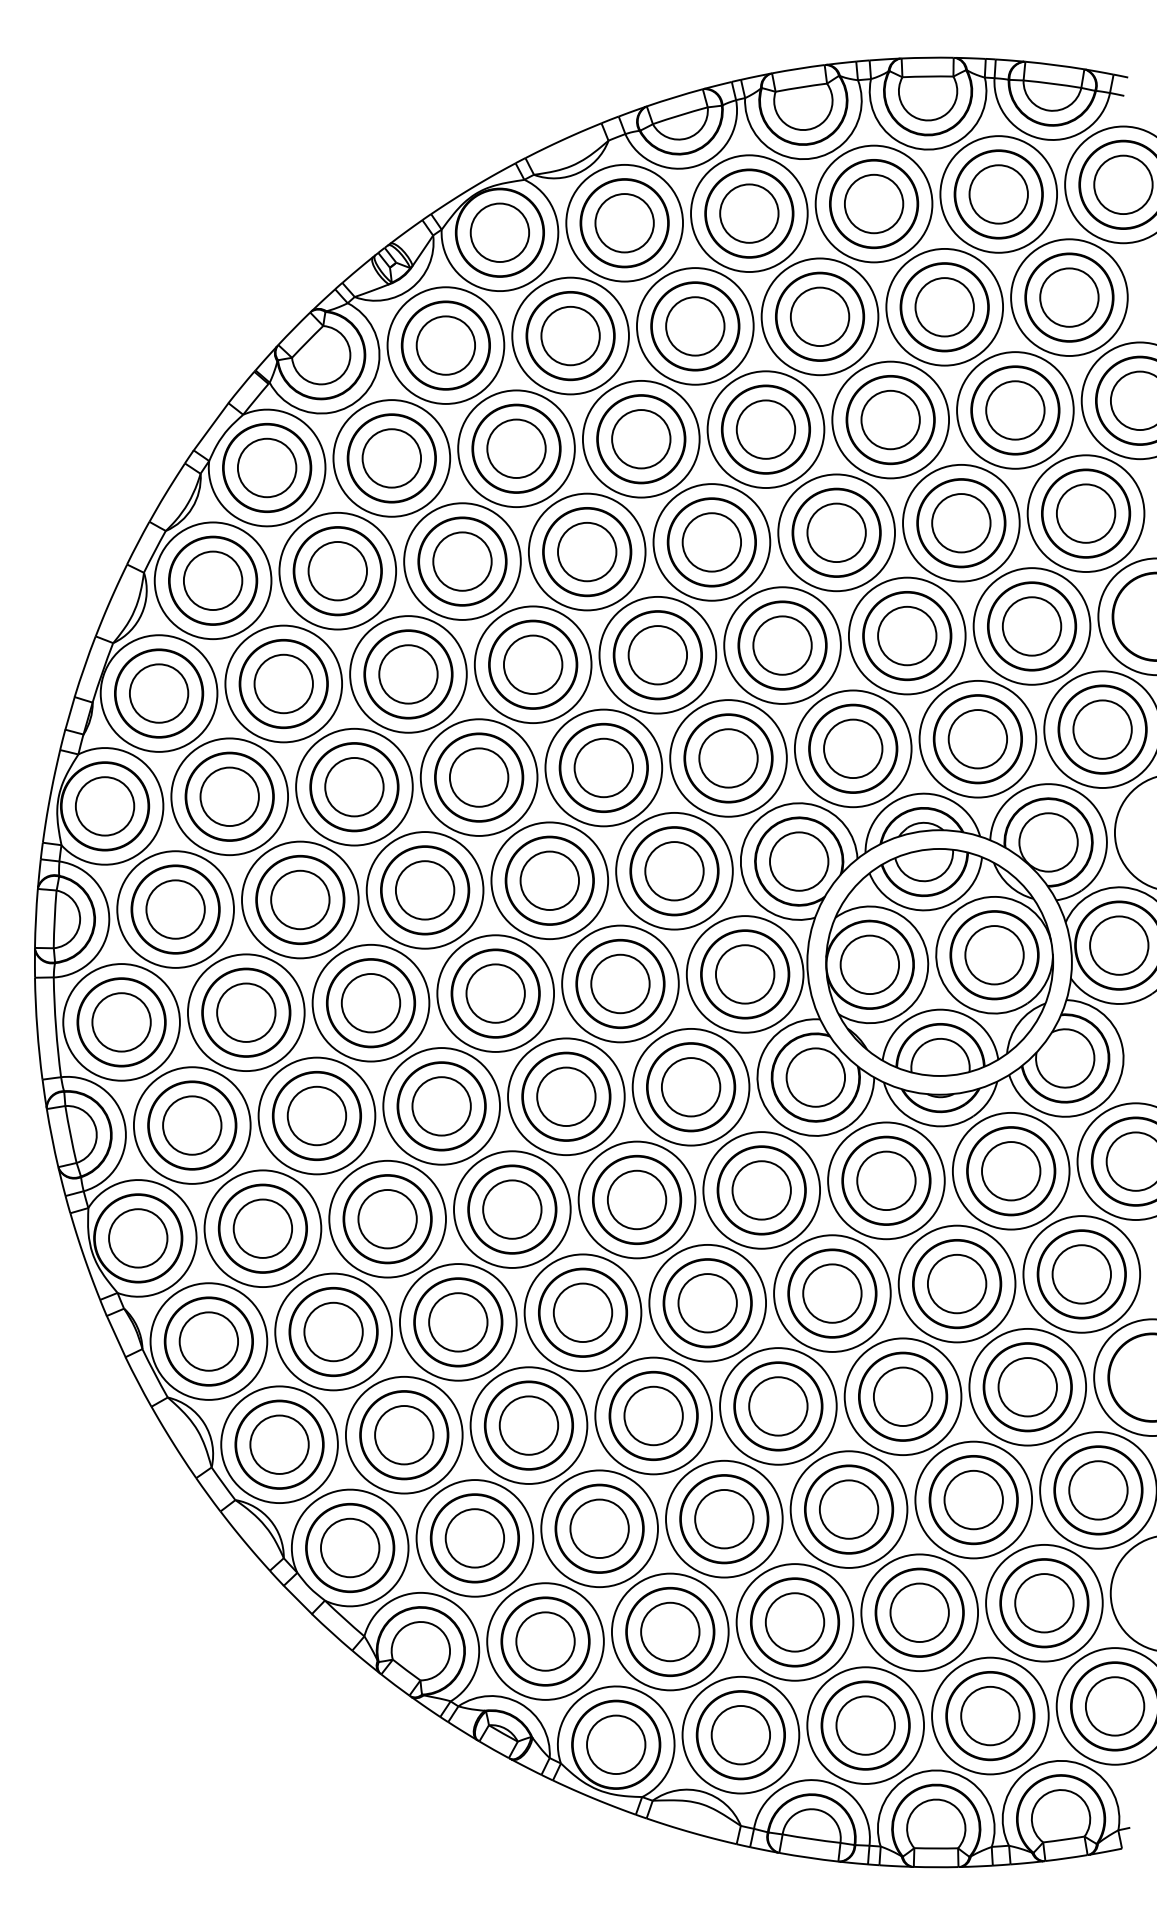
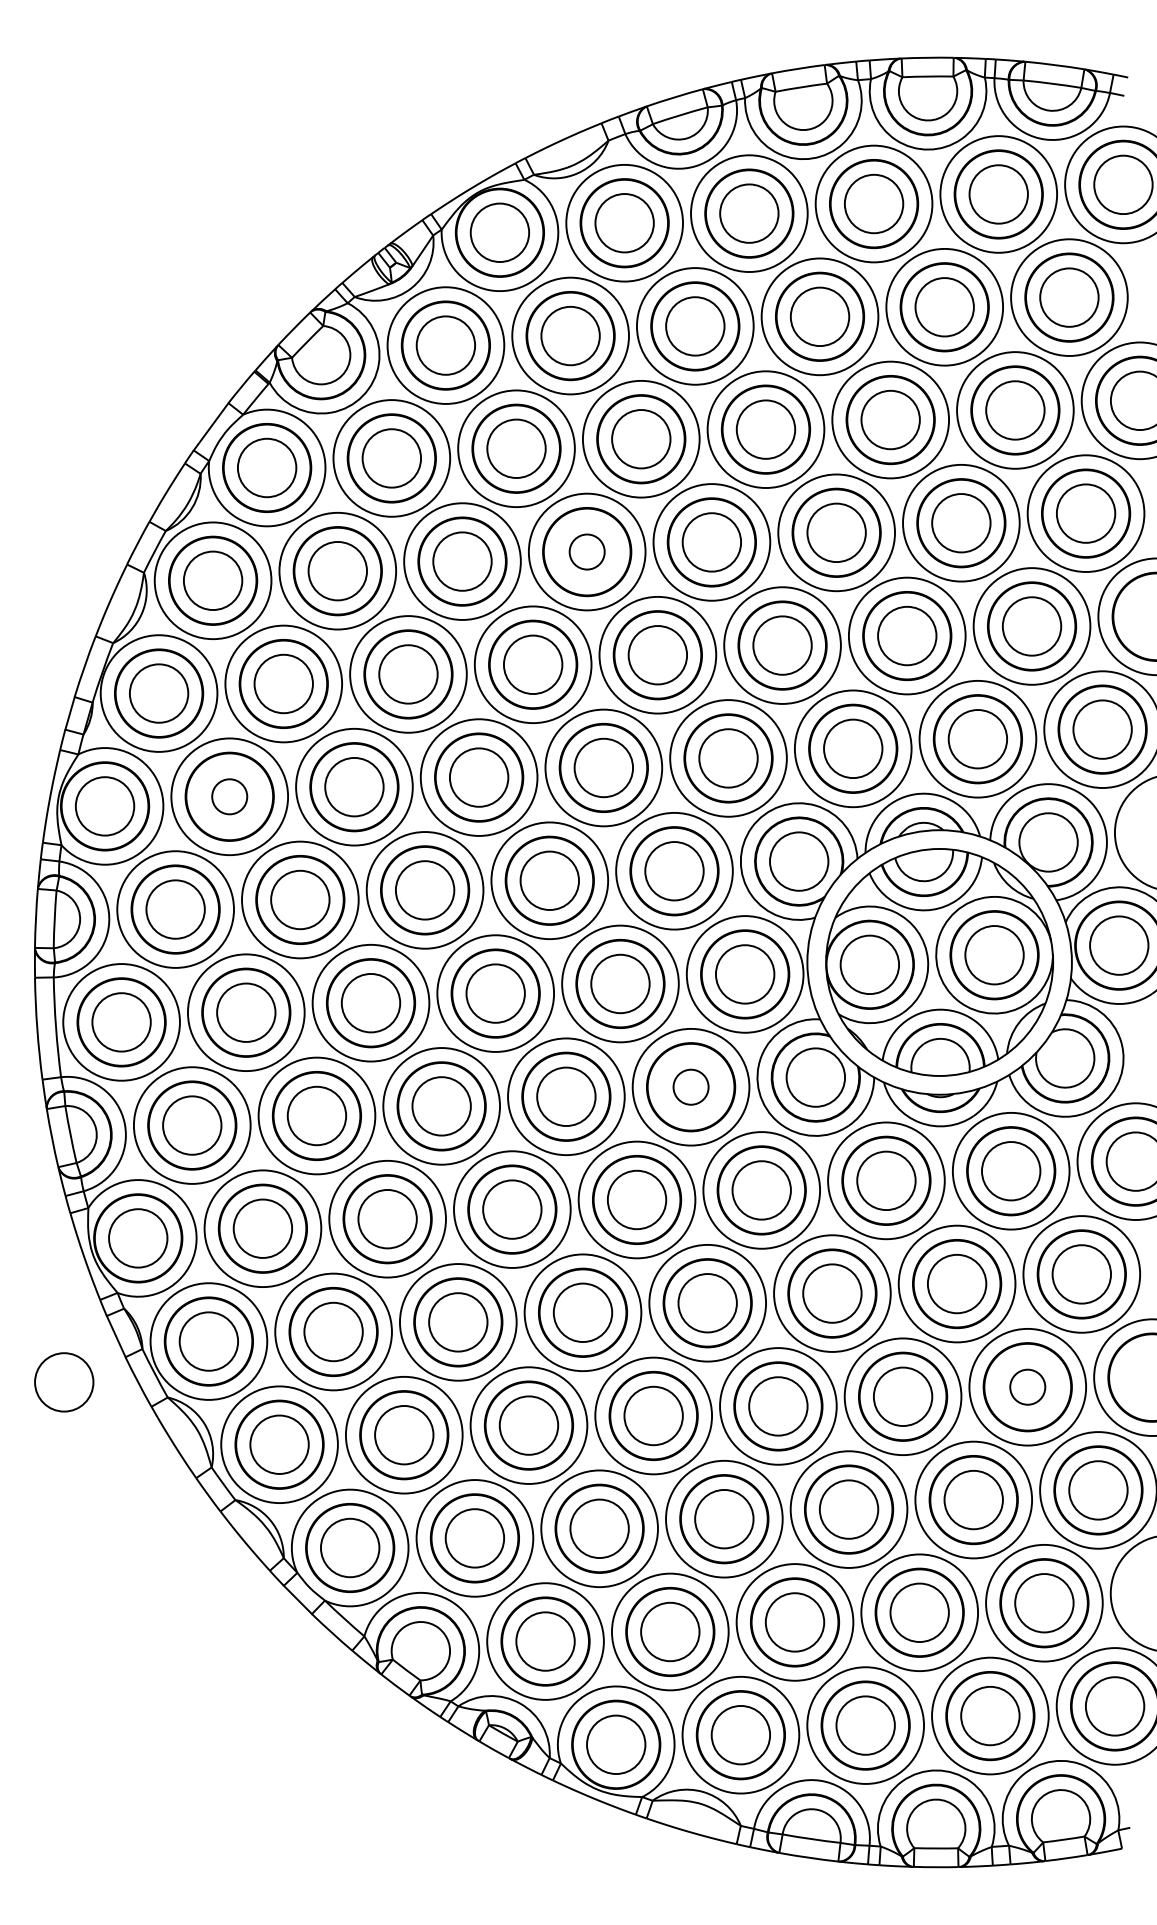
circle at (587, 551) diameter: 58 px -> 35 px
circle at (229, 796) diameter: 58 px -> 35 px
circle at (690, 1087) diameter: 58 px -> 35 px
circle at (64, 1382): none -> present
circle at (1027, 1387) diameter: 58 px -> 35 px
